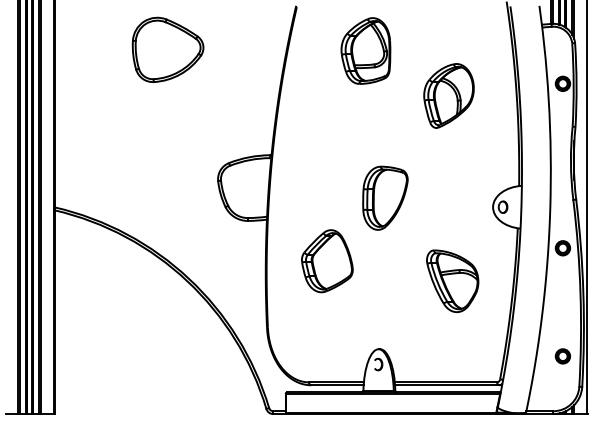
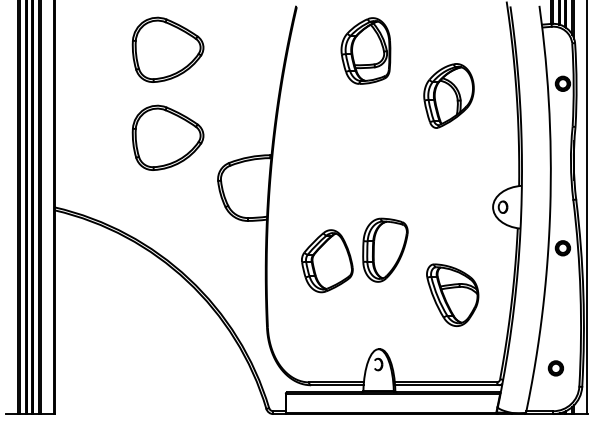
part at (167, 137): none -> present
part at (385, 197) position: (385, 197) -> (385, 249)
part at (452, 280) position: (452, 280) -> (452, 294)
part at (562, 356) position: (562, 356) -> (555, 368)
